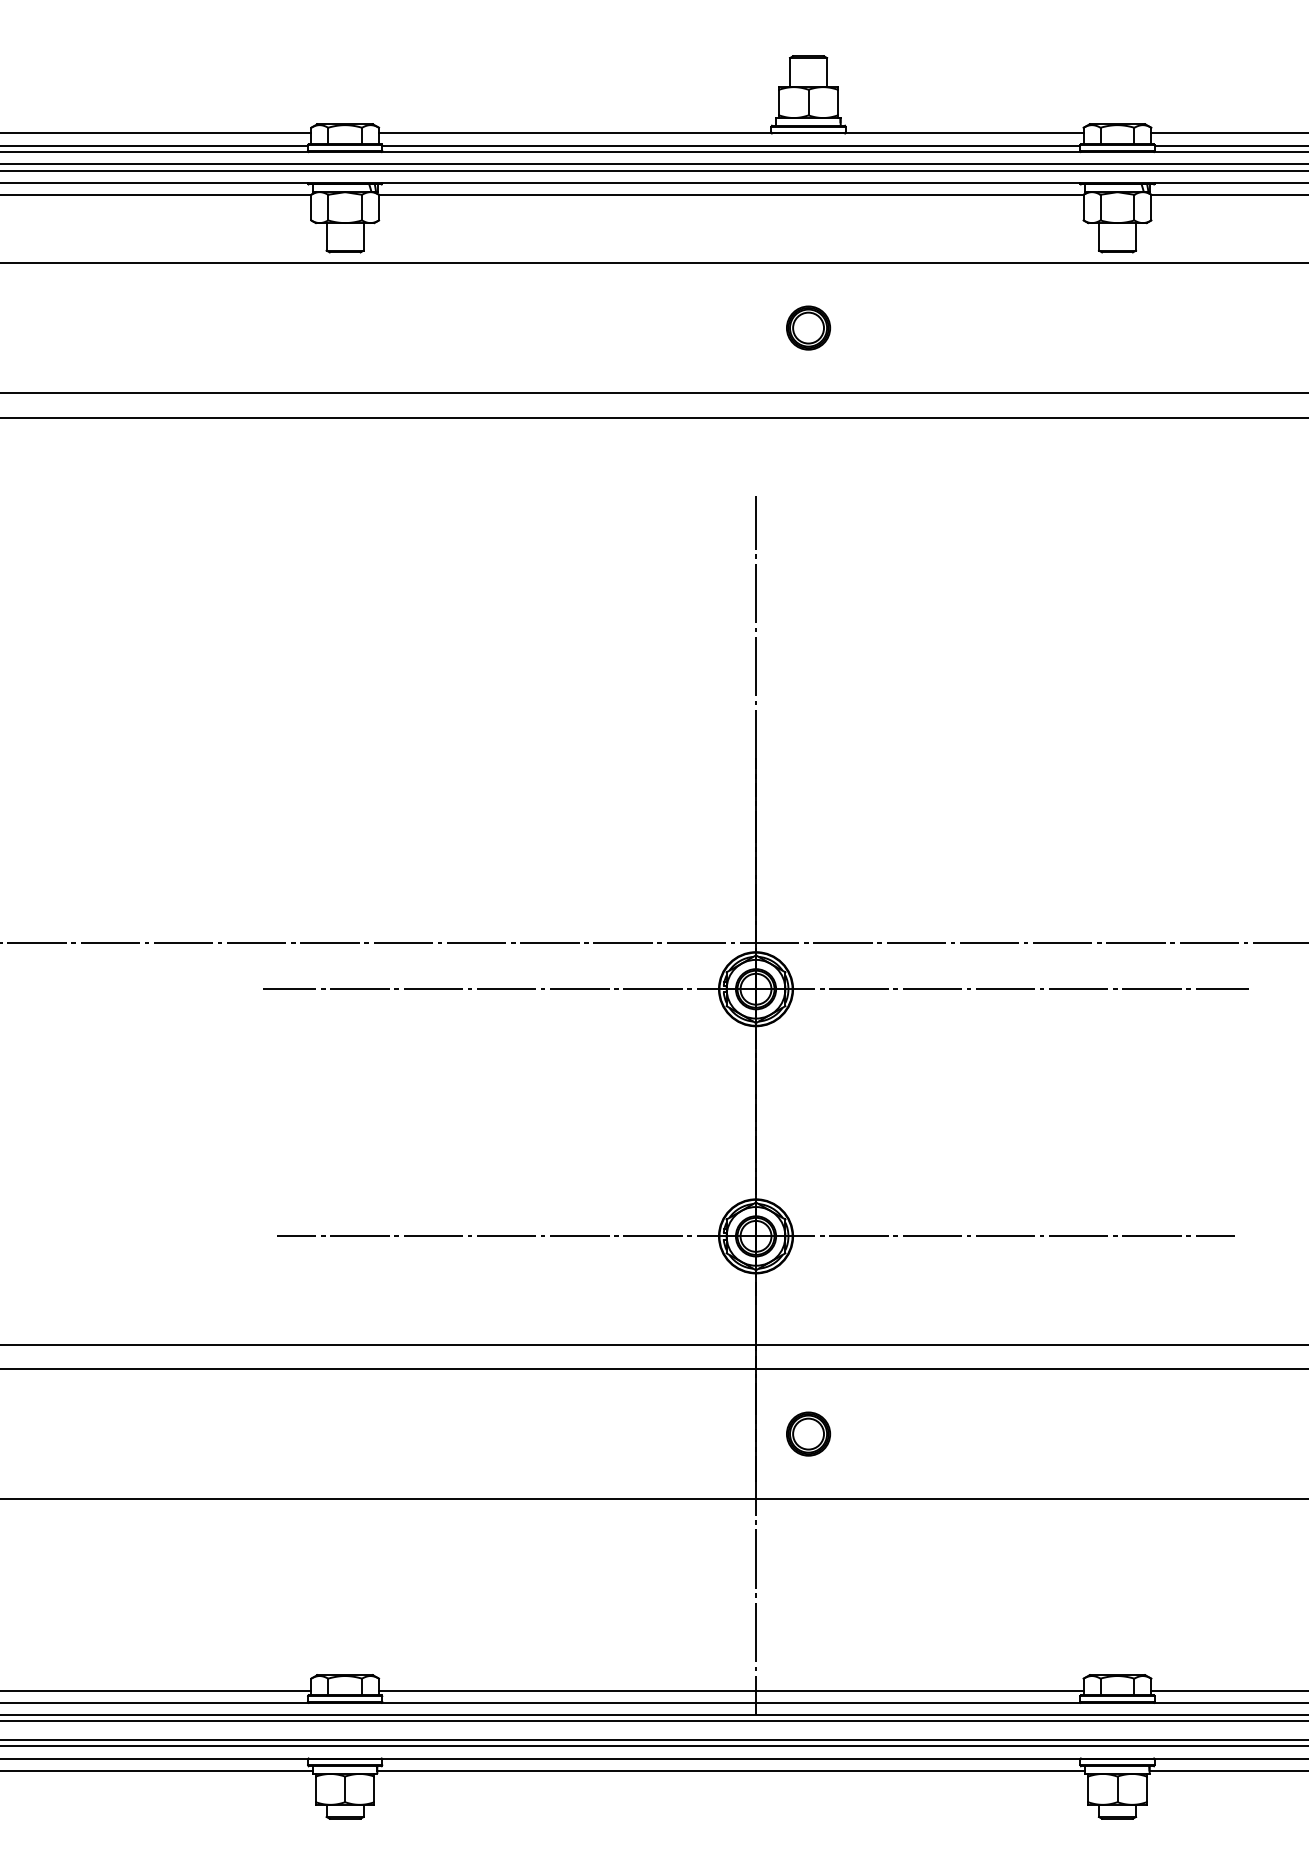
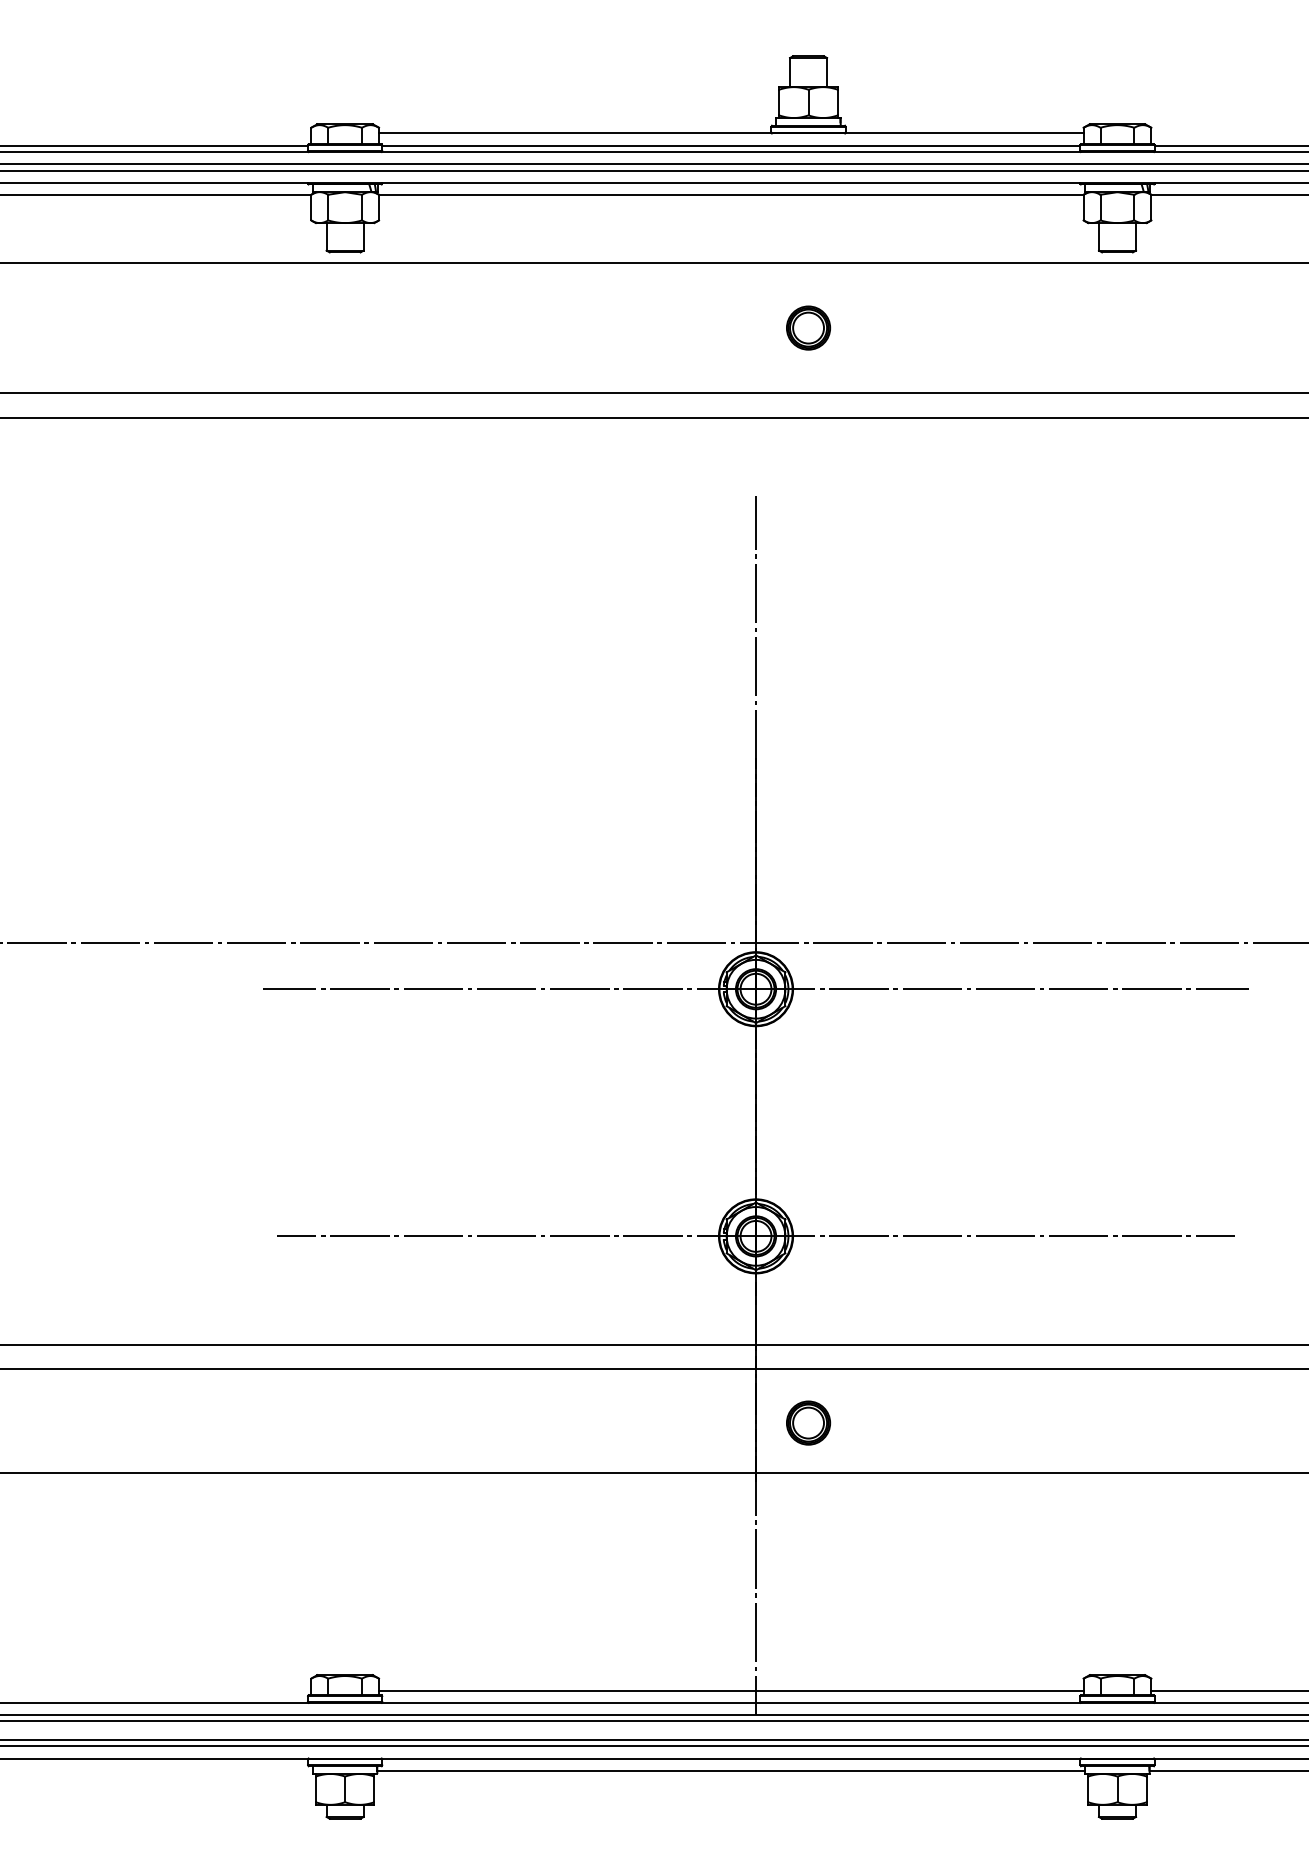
line at (156, 133): present -> none
line at (1228, 133): present -> none
part at (808, 1433) position: (808, 1433) -> (808, 1422)
line at (653, 1498) position: (653, 1498) -> (653, 1472)
line at (156, 1690): present -> none
line at (157, 1770): present -> none
